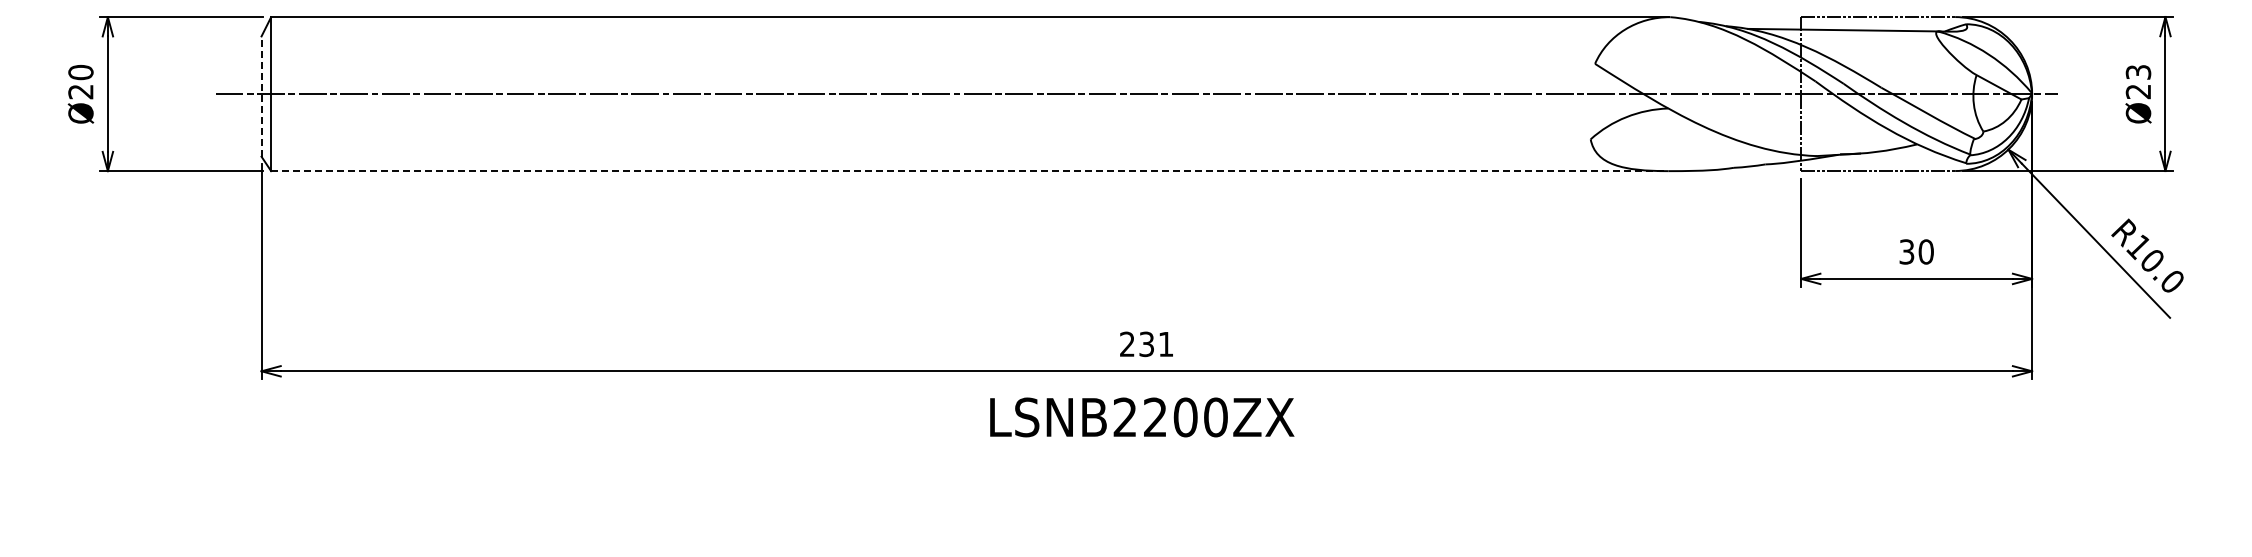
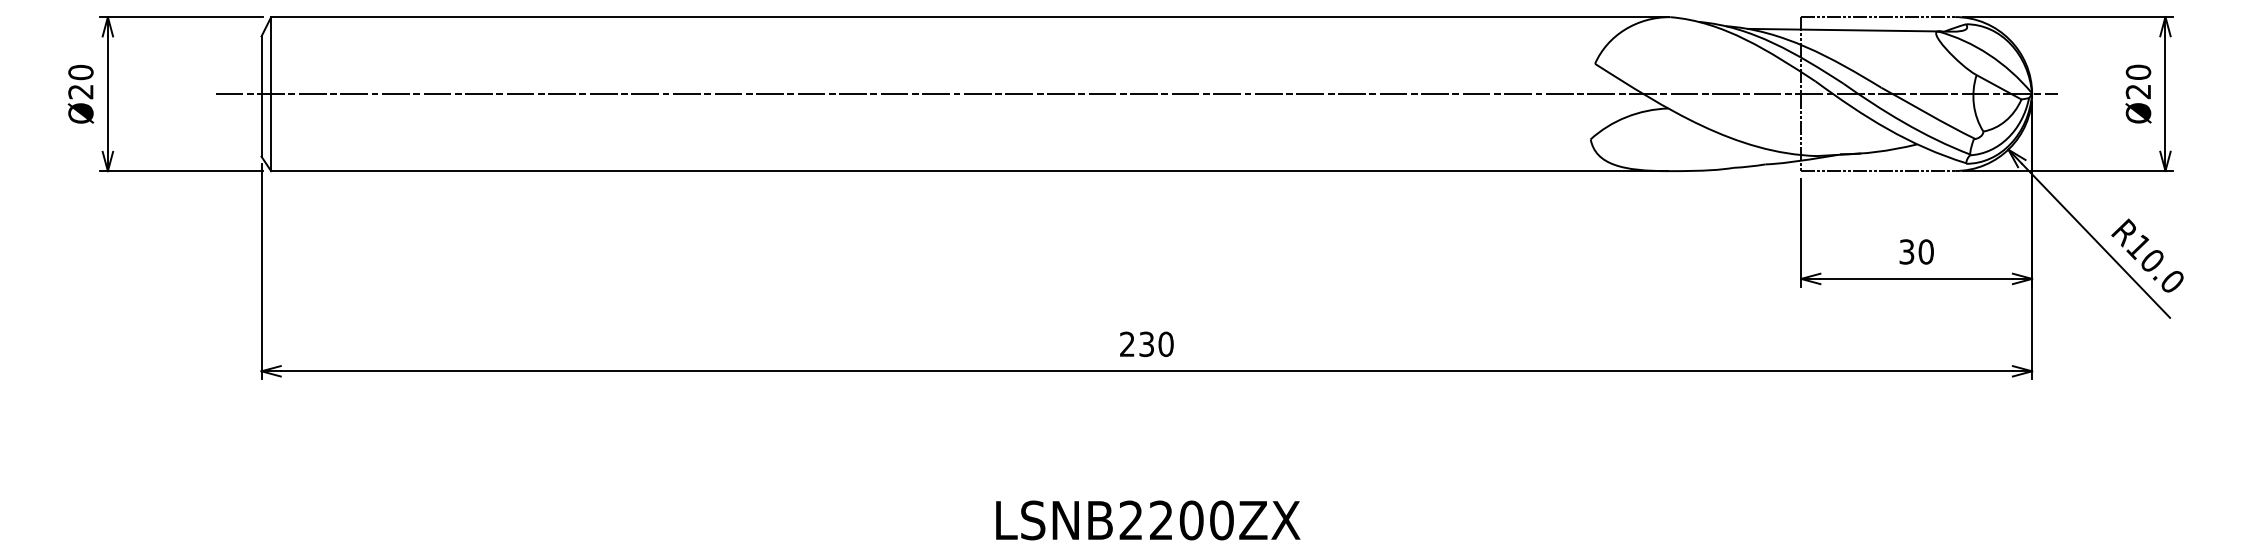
text at (2138, 71): Ø23 -> Ø20
line at (261, 96): dashed -> solid
line at (969, 171): dashed -> solid
text at (1165, 344): 231 -> 230
text at (1142, 417) position: (1142, 417) -> (1148, 520)
